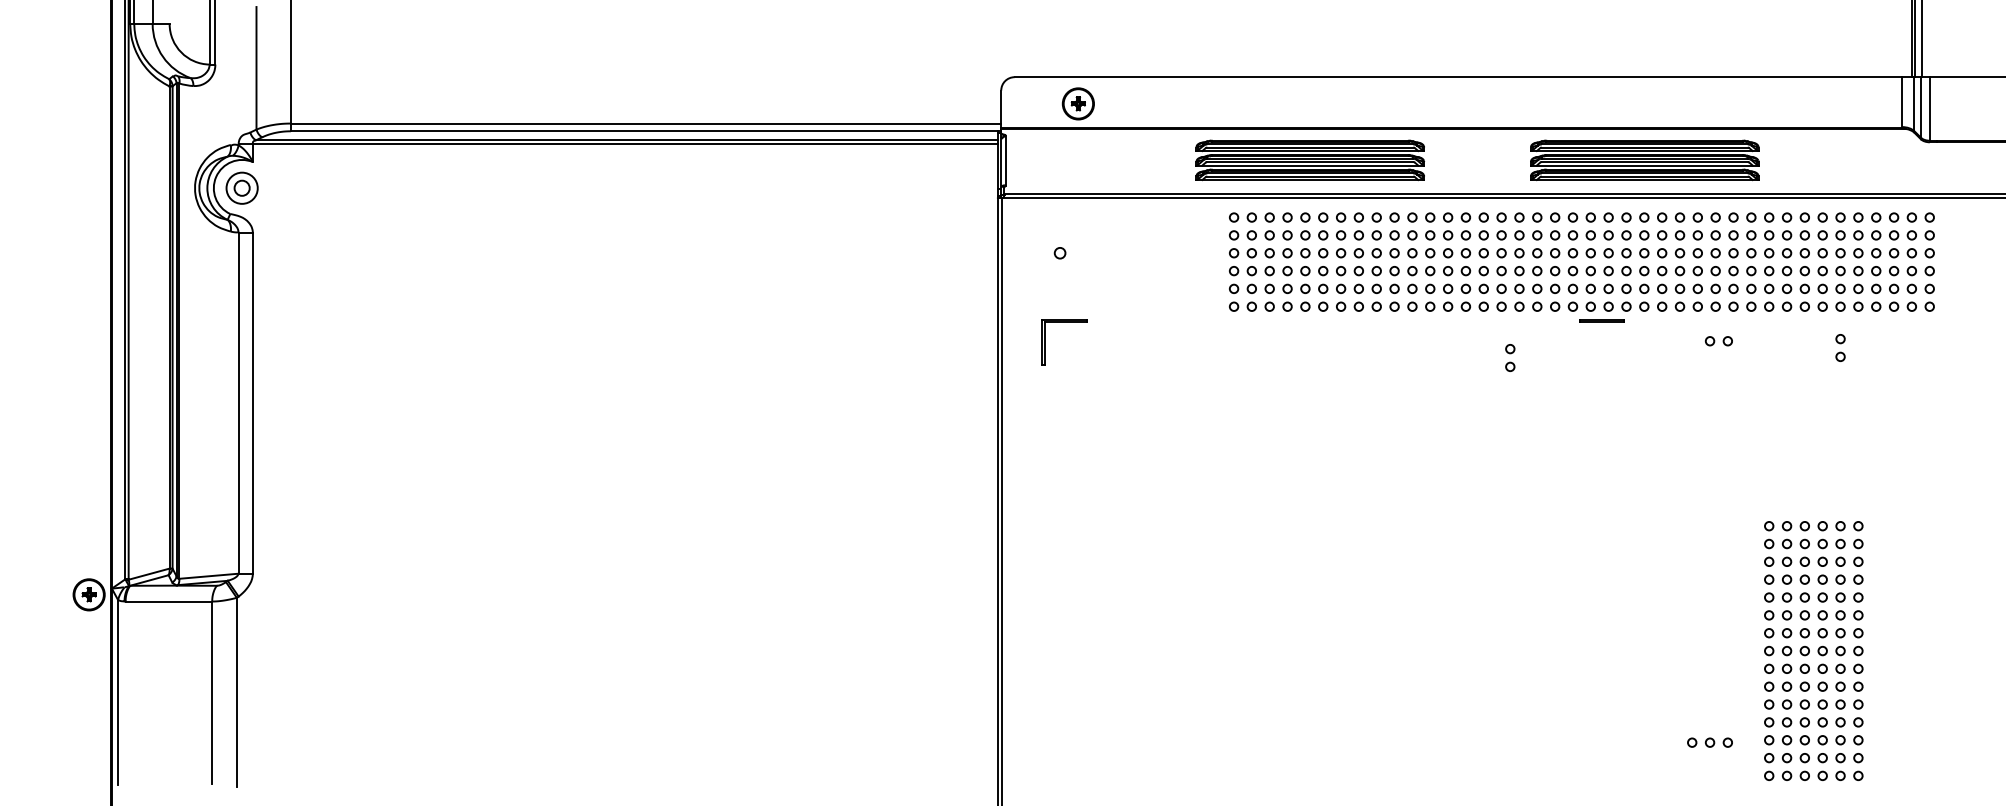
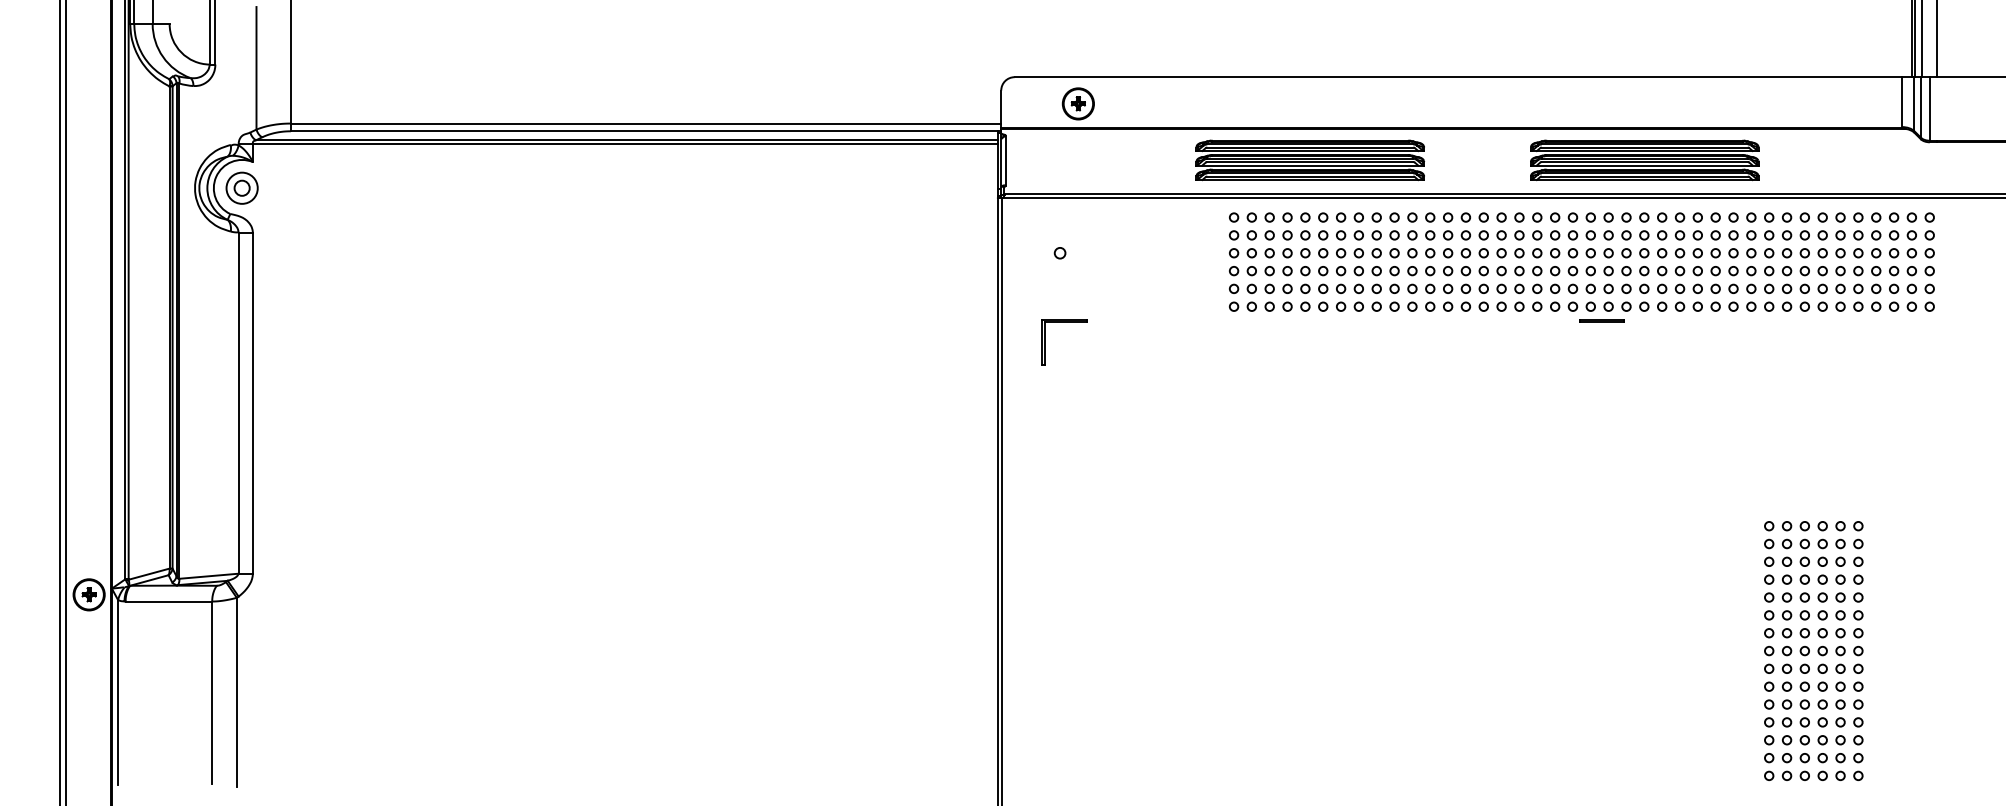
line at (1937, 39): none -> present
part at (1718, 341): present -> none
part at (1840, 347): present -> none
part at (1510, 357): present -> none
line at (60, 402): none -> present
line at (65, 402): none -> present
part at (1709, 742): present -> none
